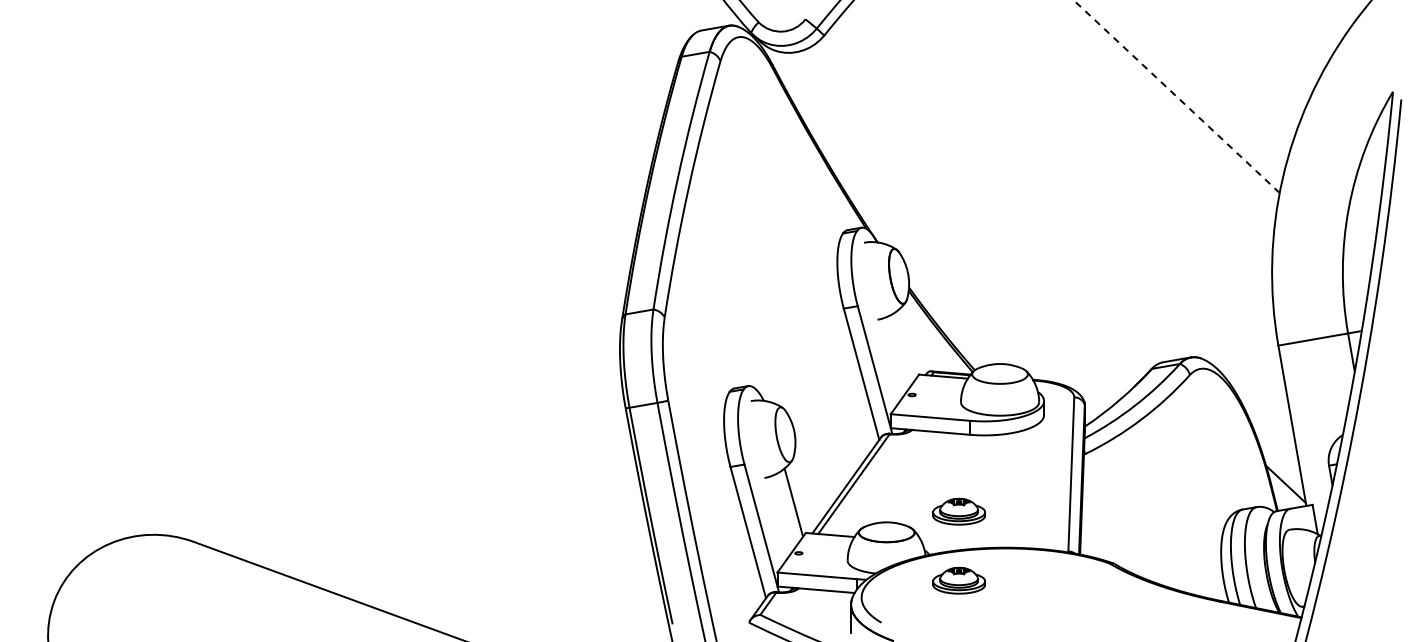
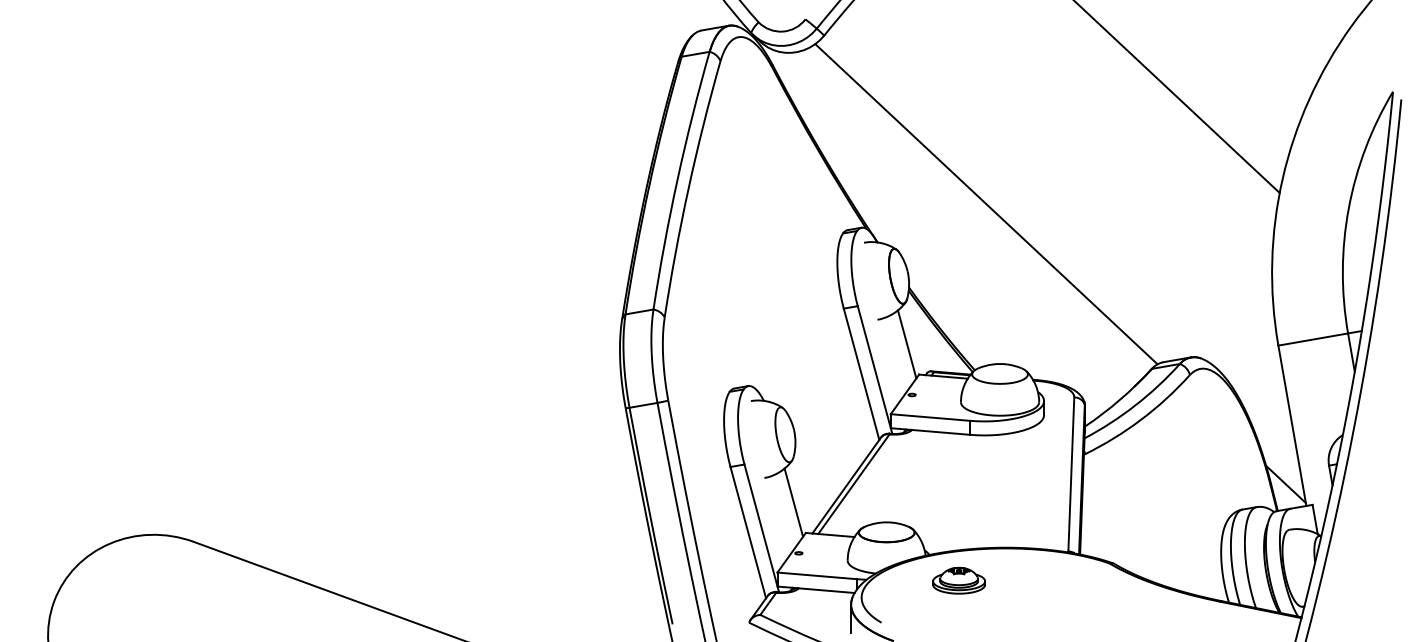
line at (1176, 96): dashed -> solid
line at (986, 204): none -> present
line at (906, 344): none -> present
part at (958, 511): present -> none
